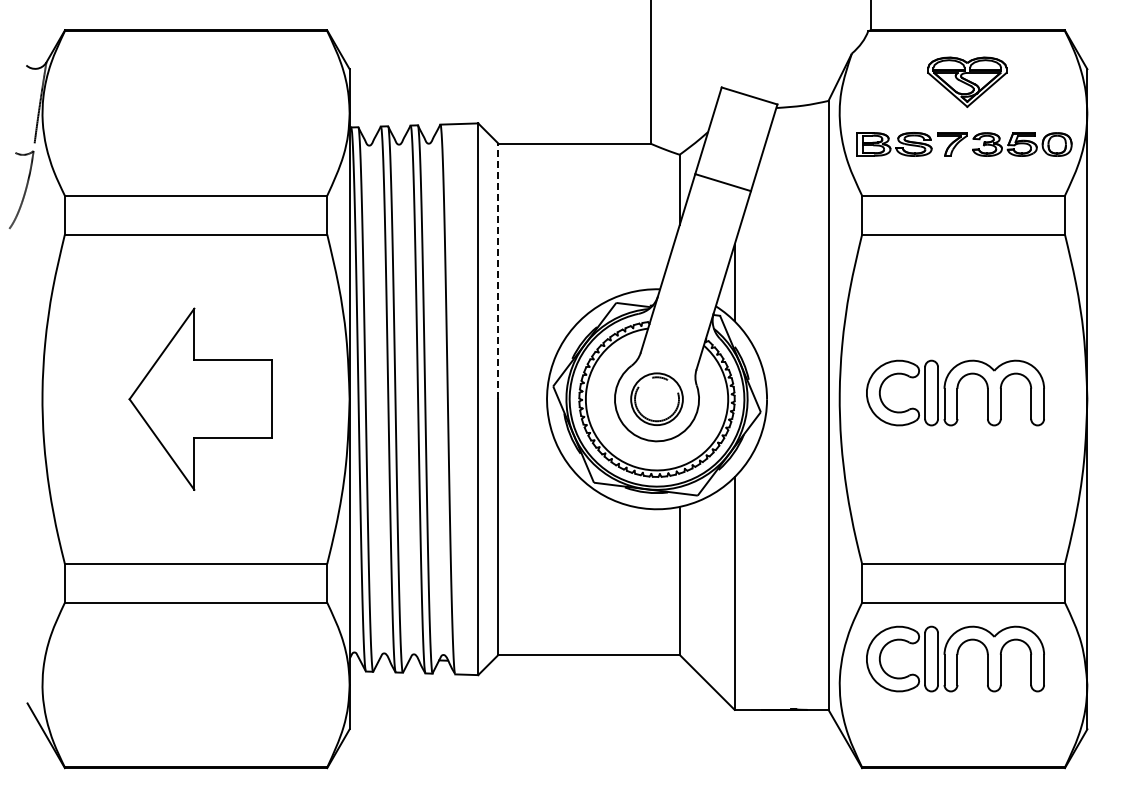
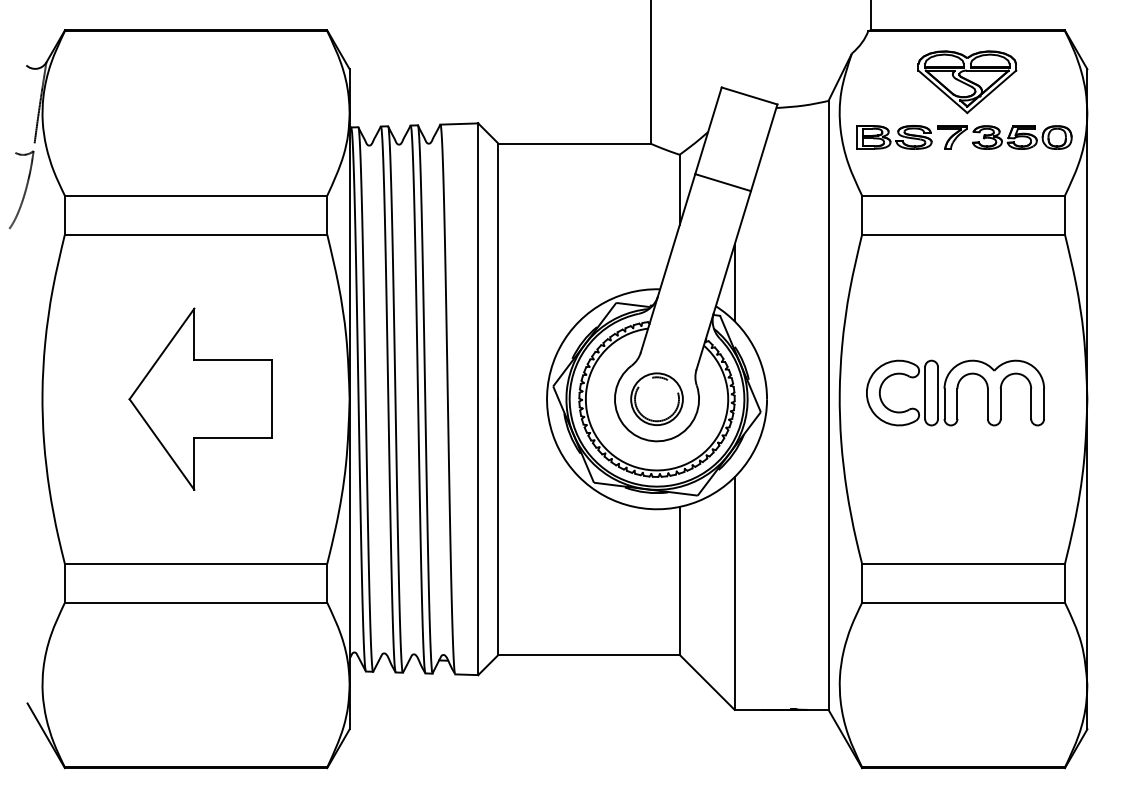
part at (967, 81) size: 81x52 px -> 101x65 px
part at (964, 144) position: (964, 144) -> (964, 137)
line at (498, 271): dashed -> solid
part at (955, 658): present -> none
